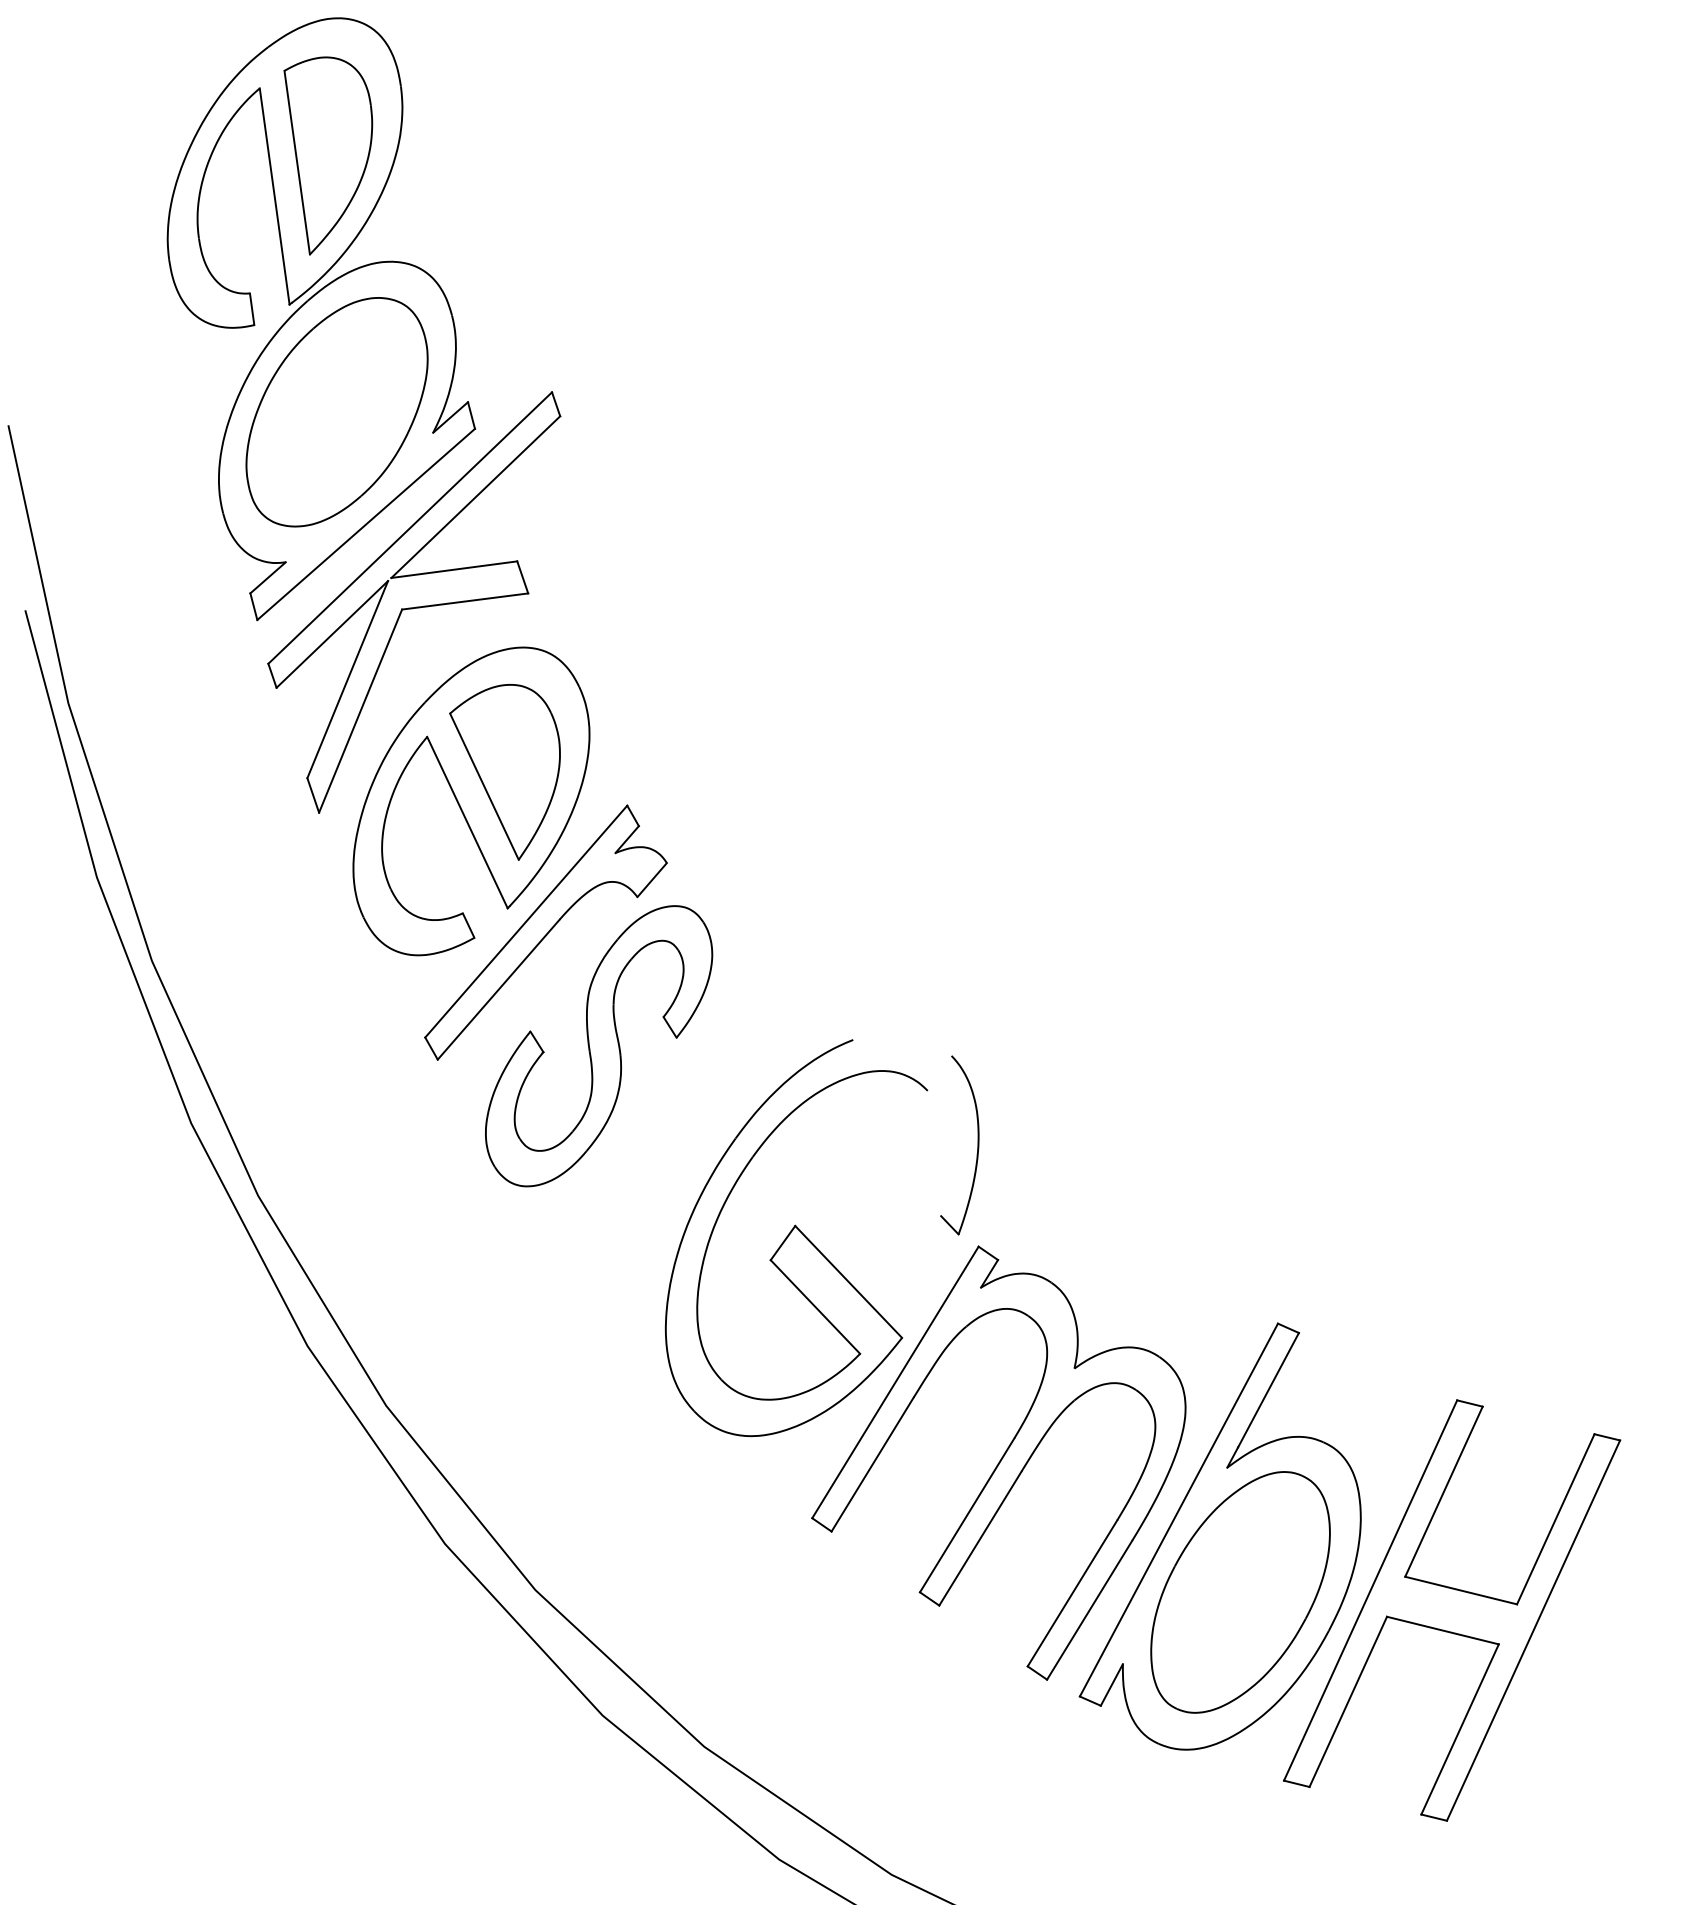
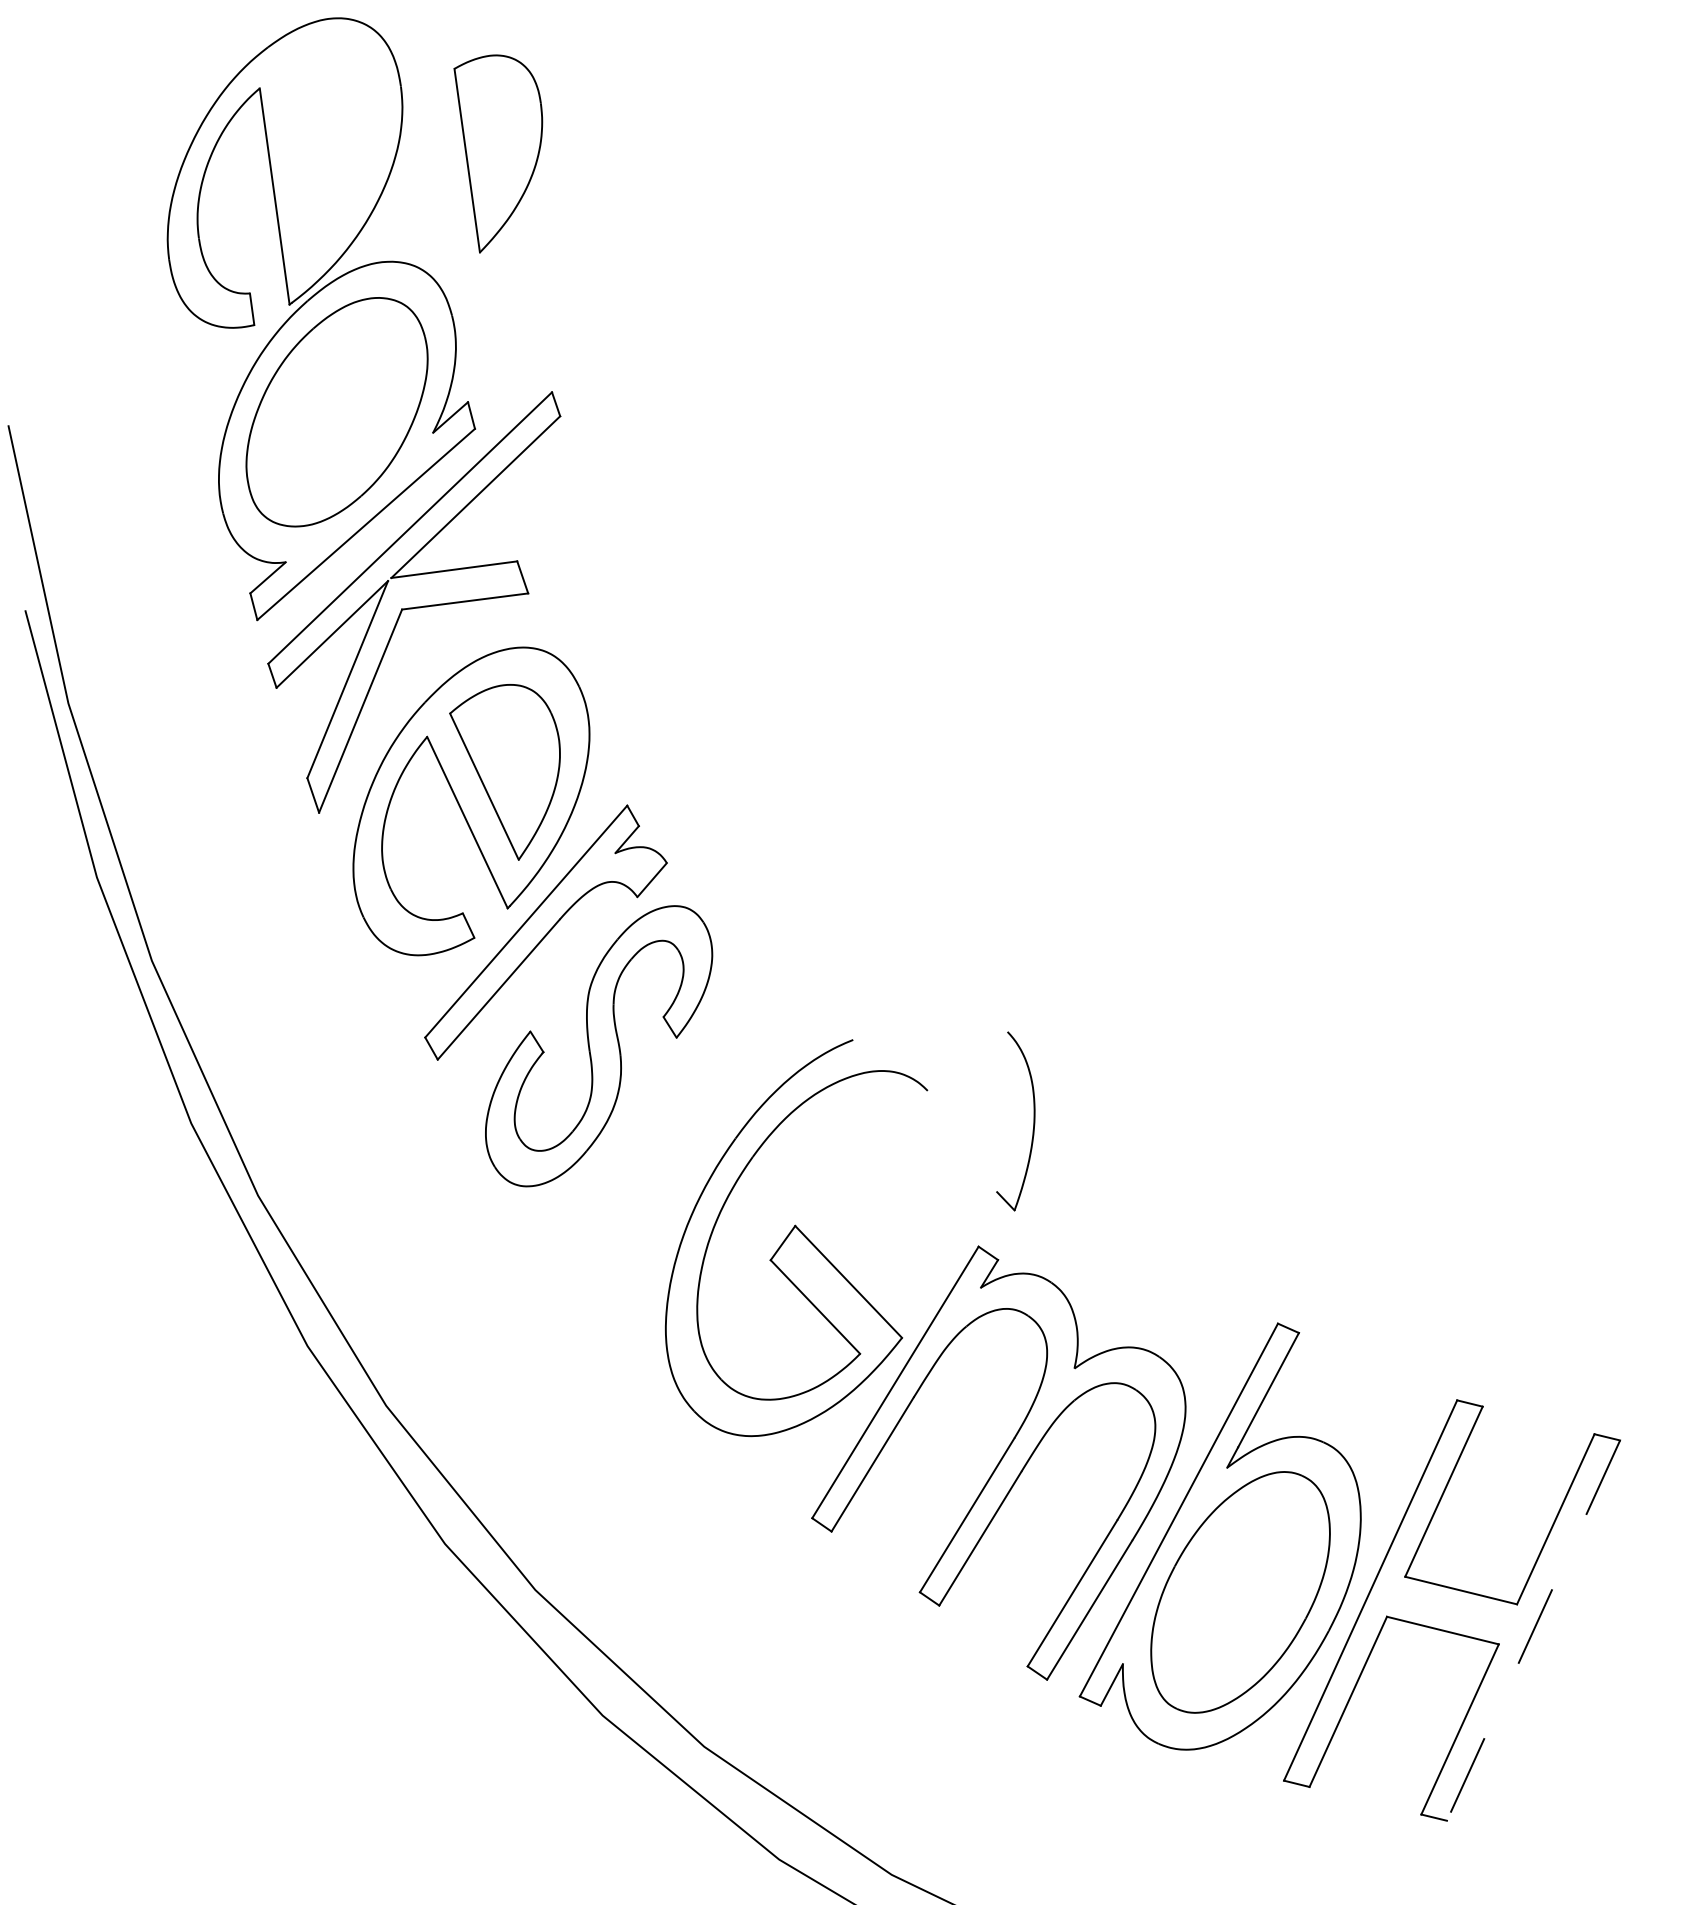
part at (328, 155) position: (328, 155) -> (498, 153)
part at (977, 1145) position: (977, 1145) -> (1033, 1121)
line at (1533, 1630): solid -> dashed
